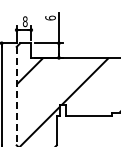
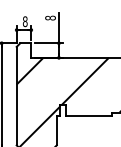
text at (50, 17): 6 -> 8
line at (16, 96): dashed -> solid
